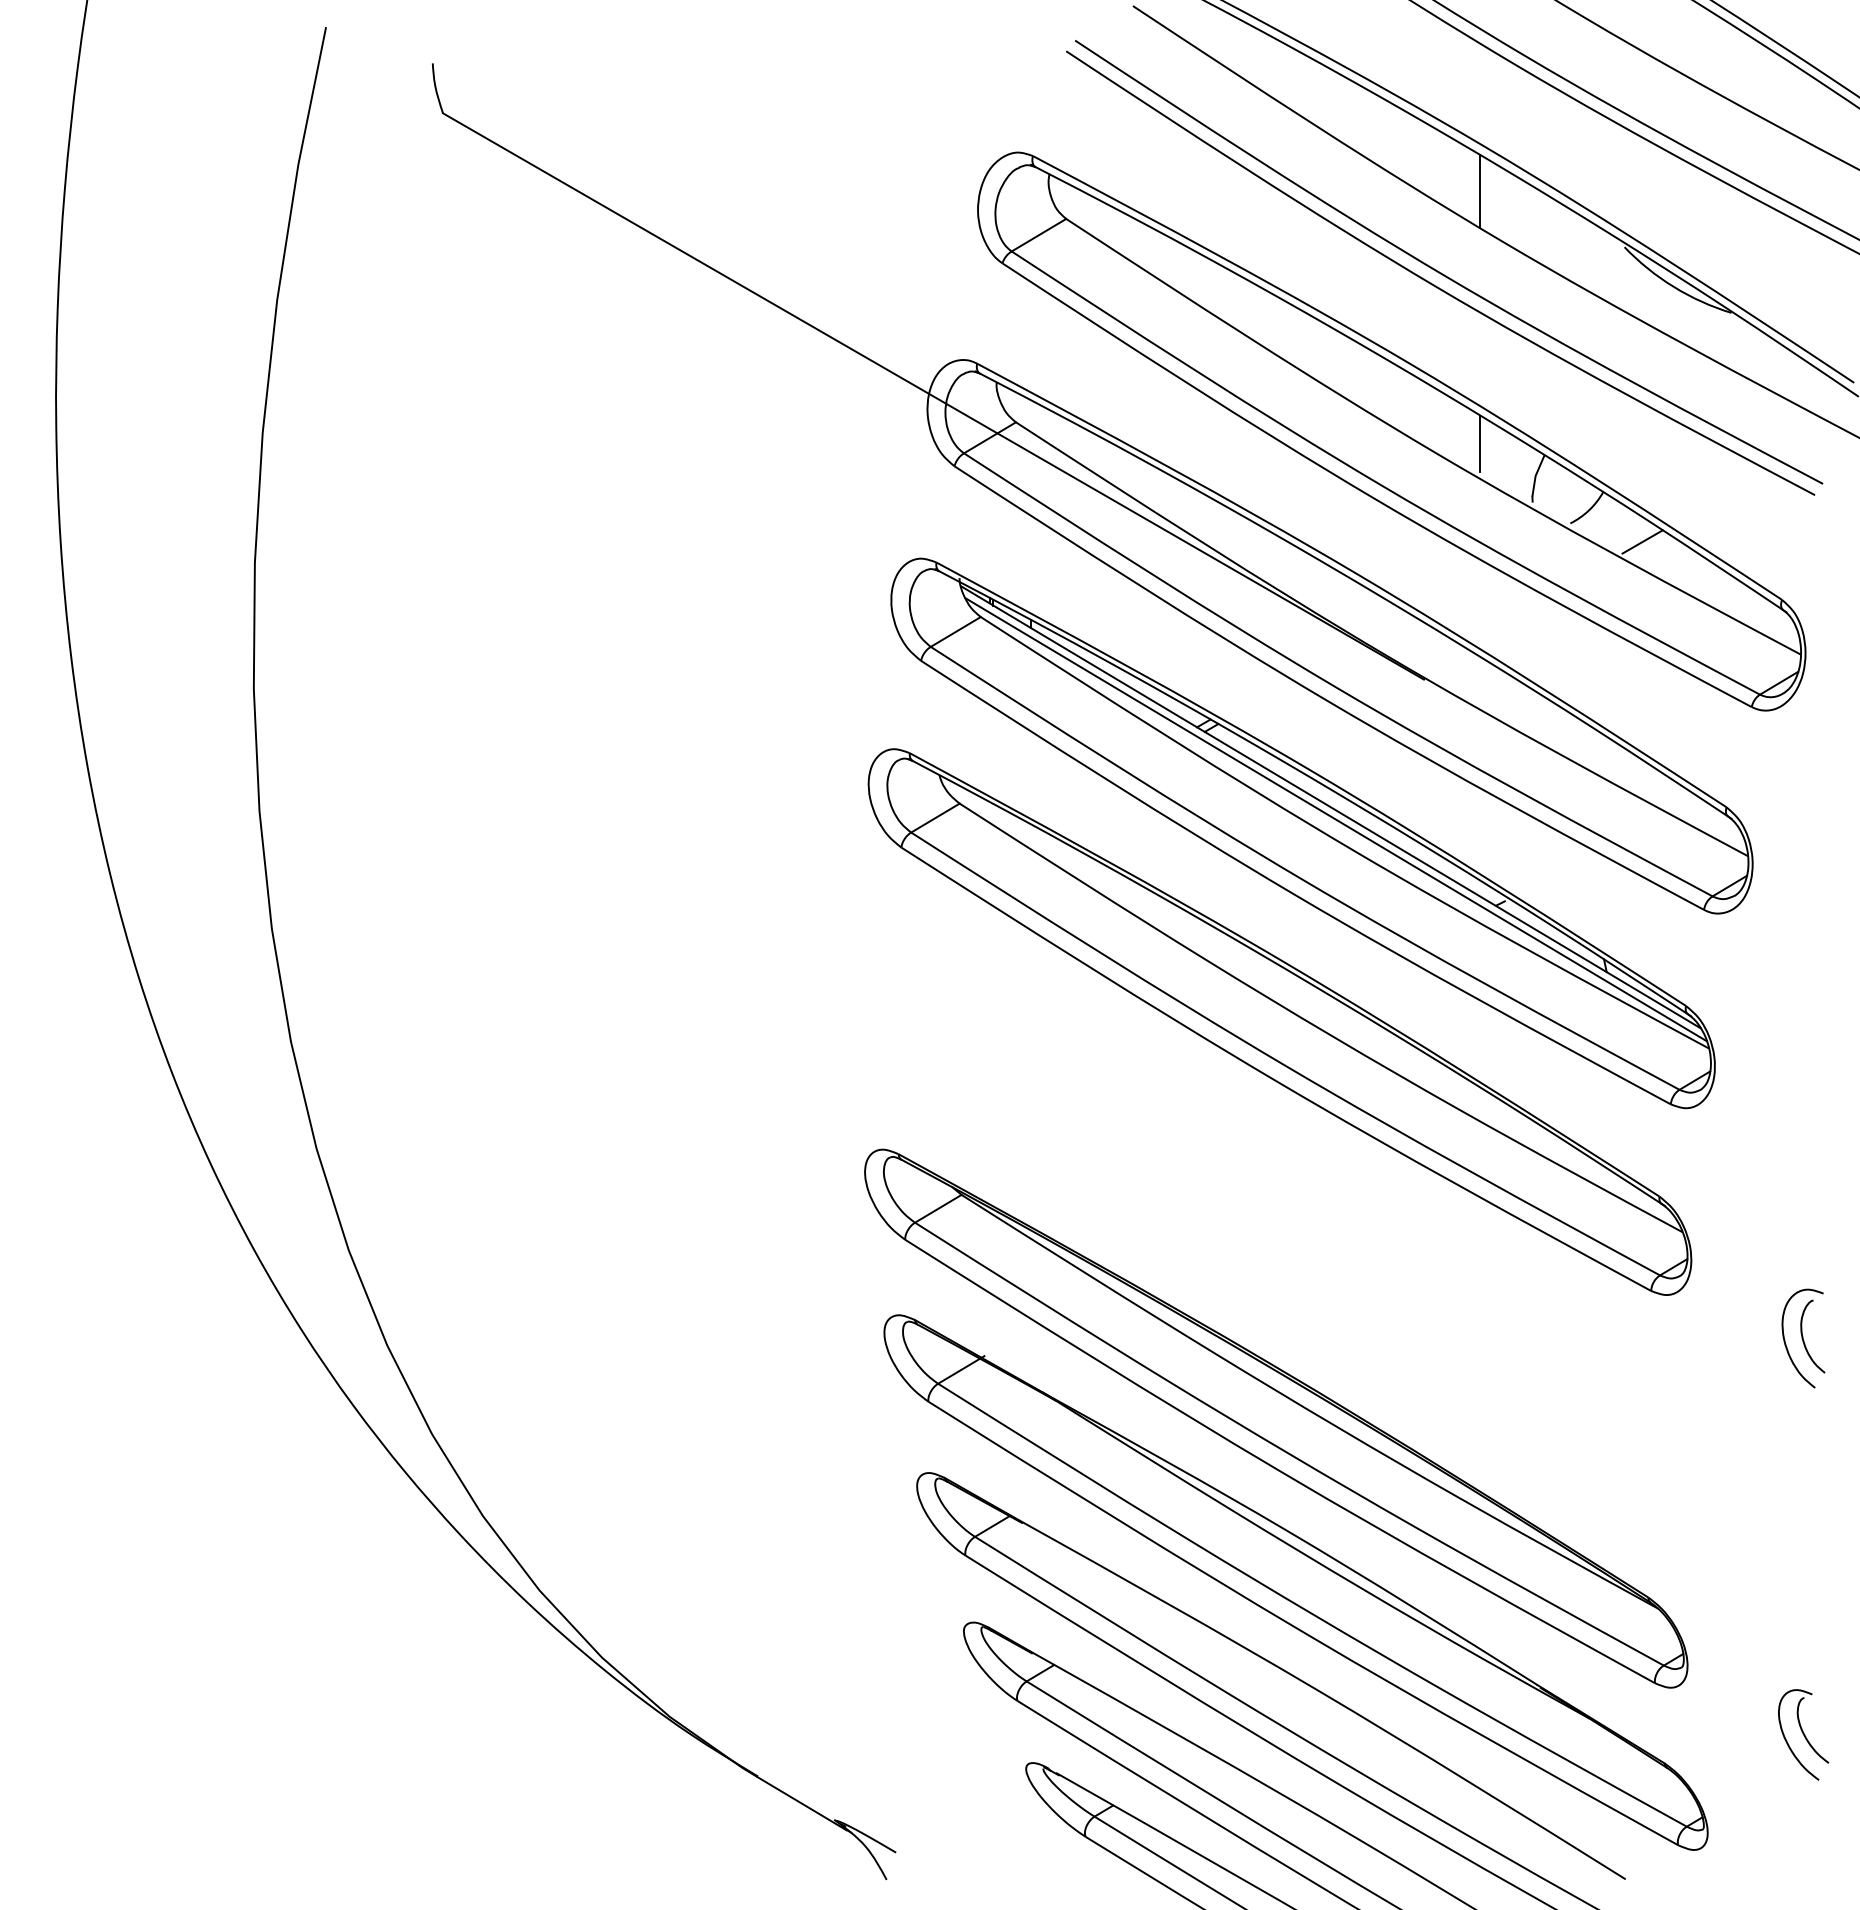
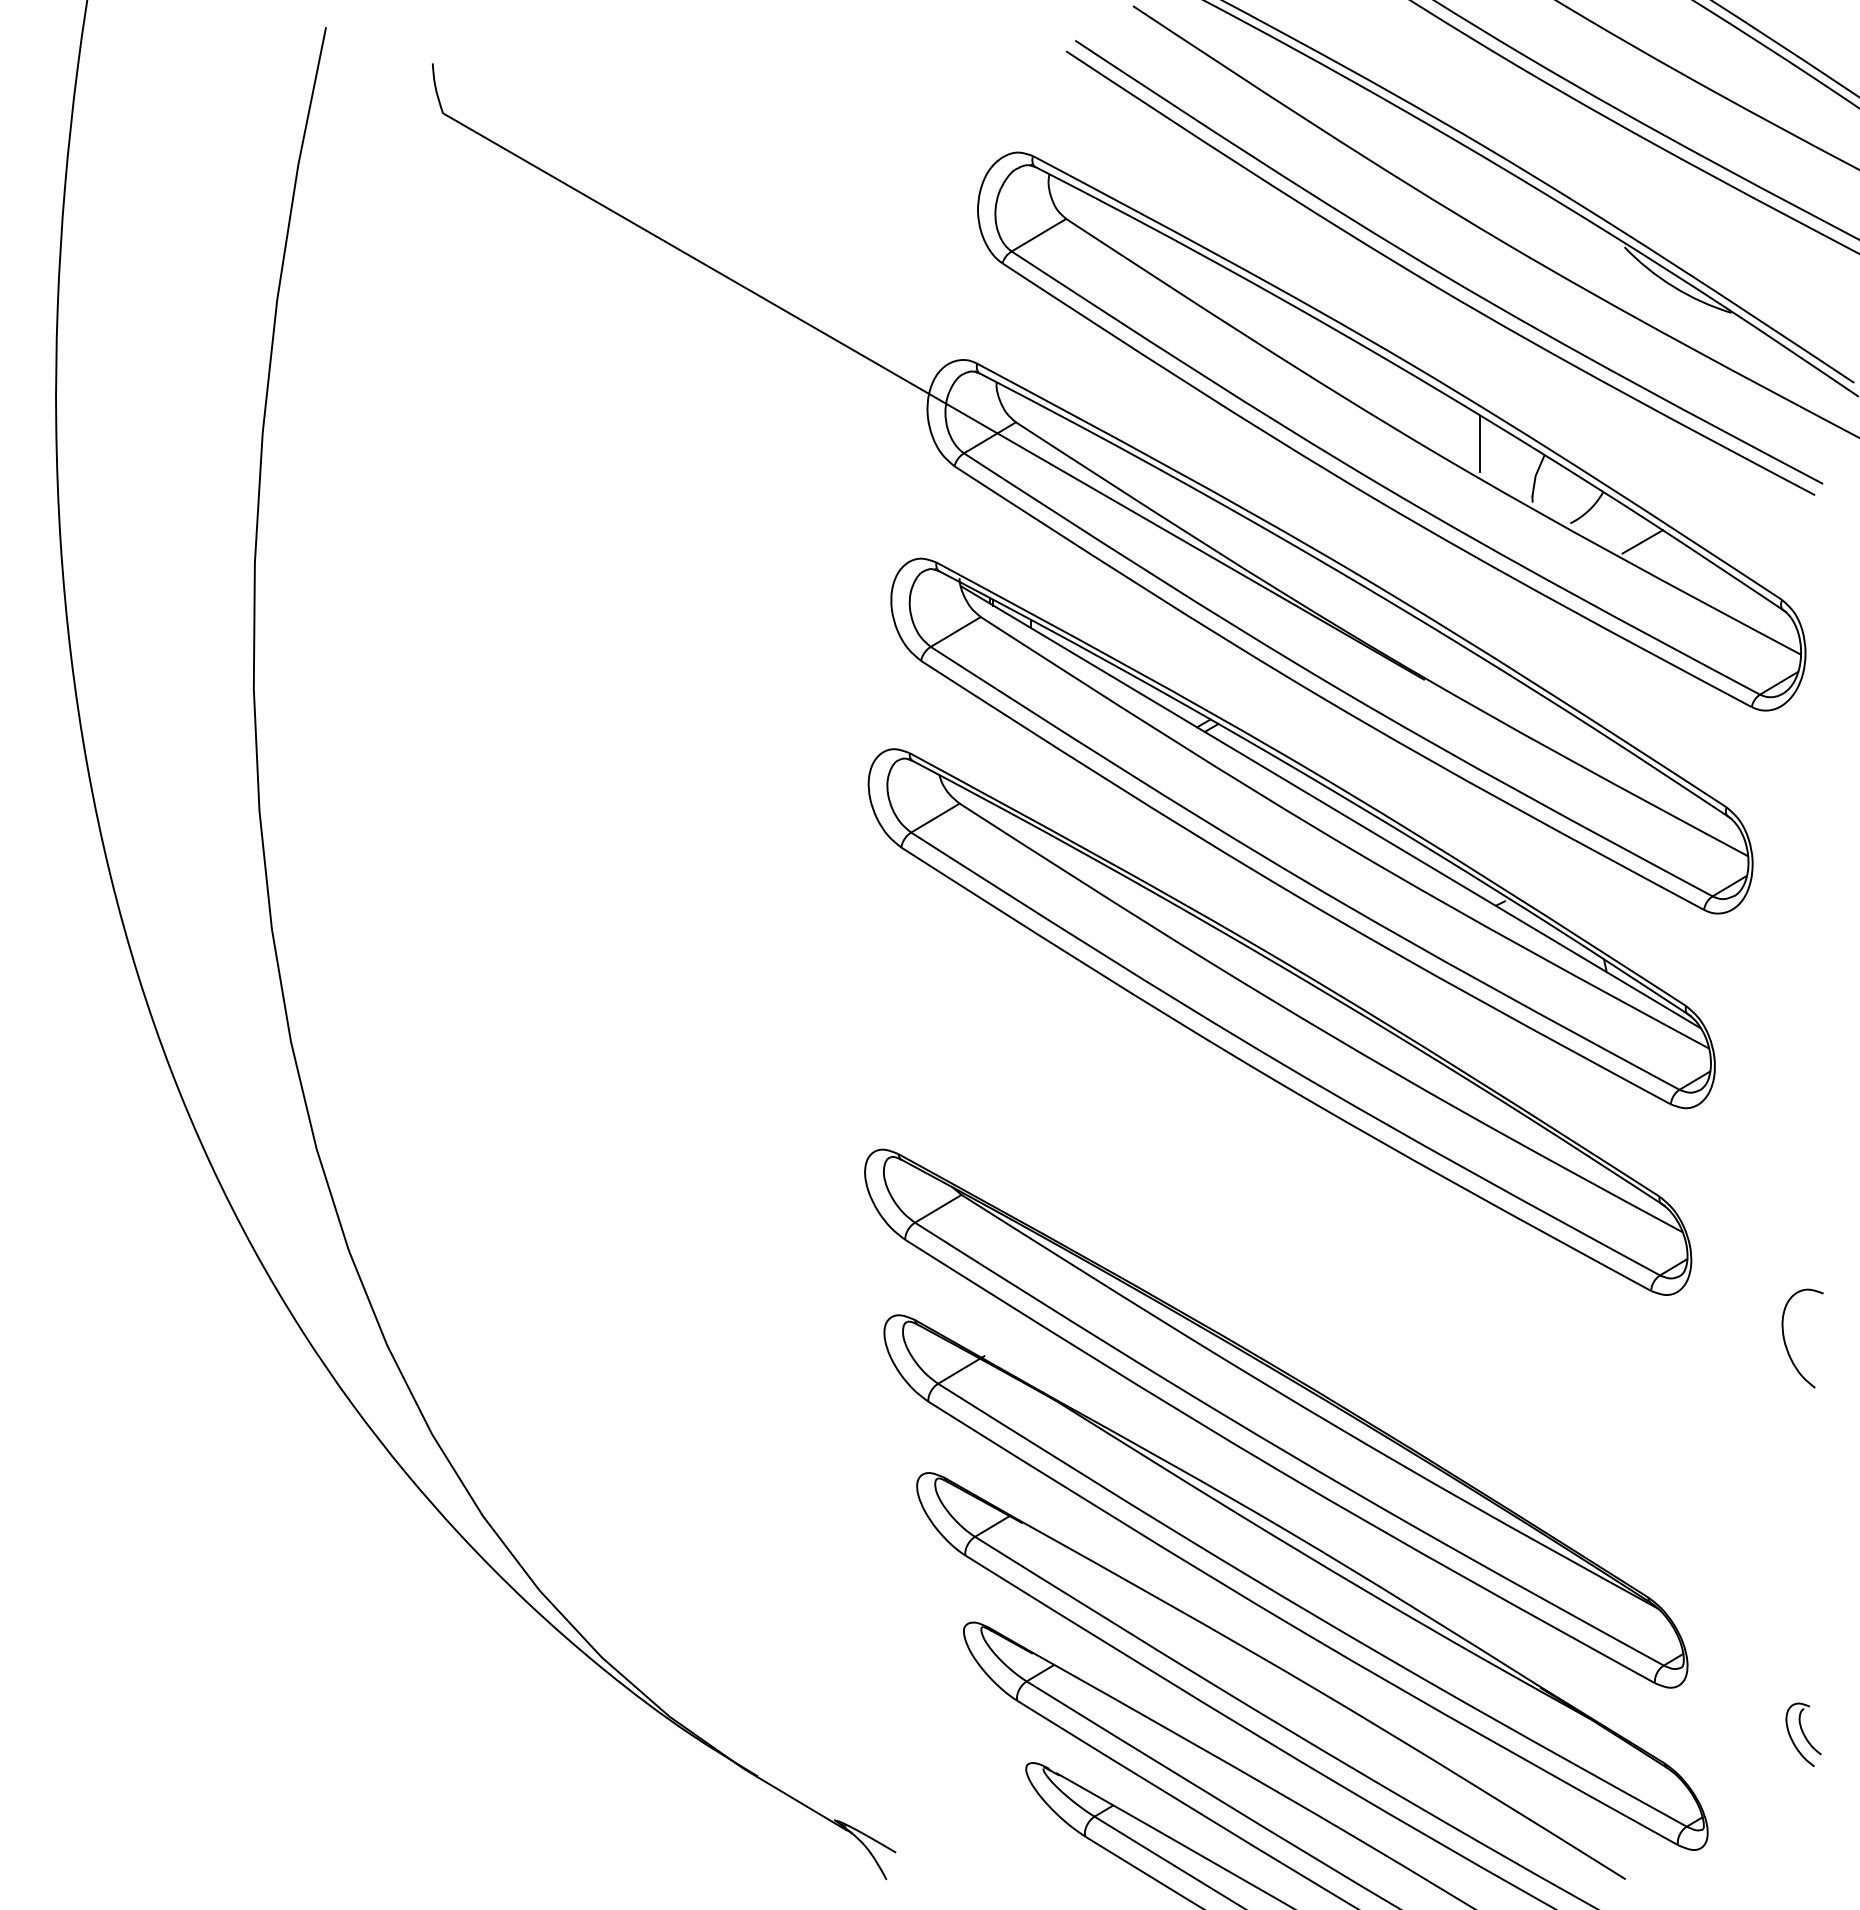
line at (1480, 191): present -> none
line at (1335, 819): present -> none
curve at (1804, 1340): present -> none
part at (1803, 1734) size: 52x92 px -> 37x66 px
